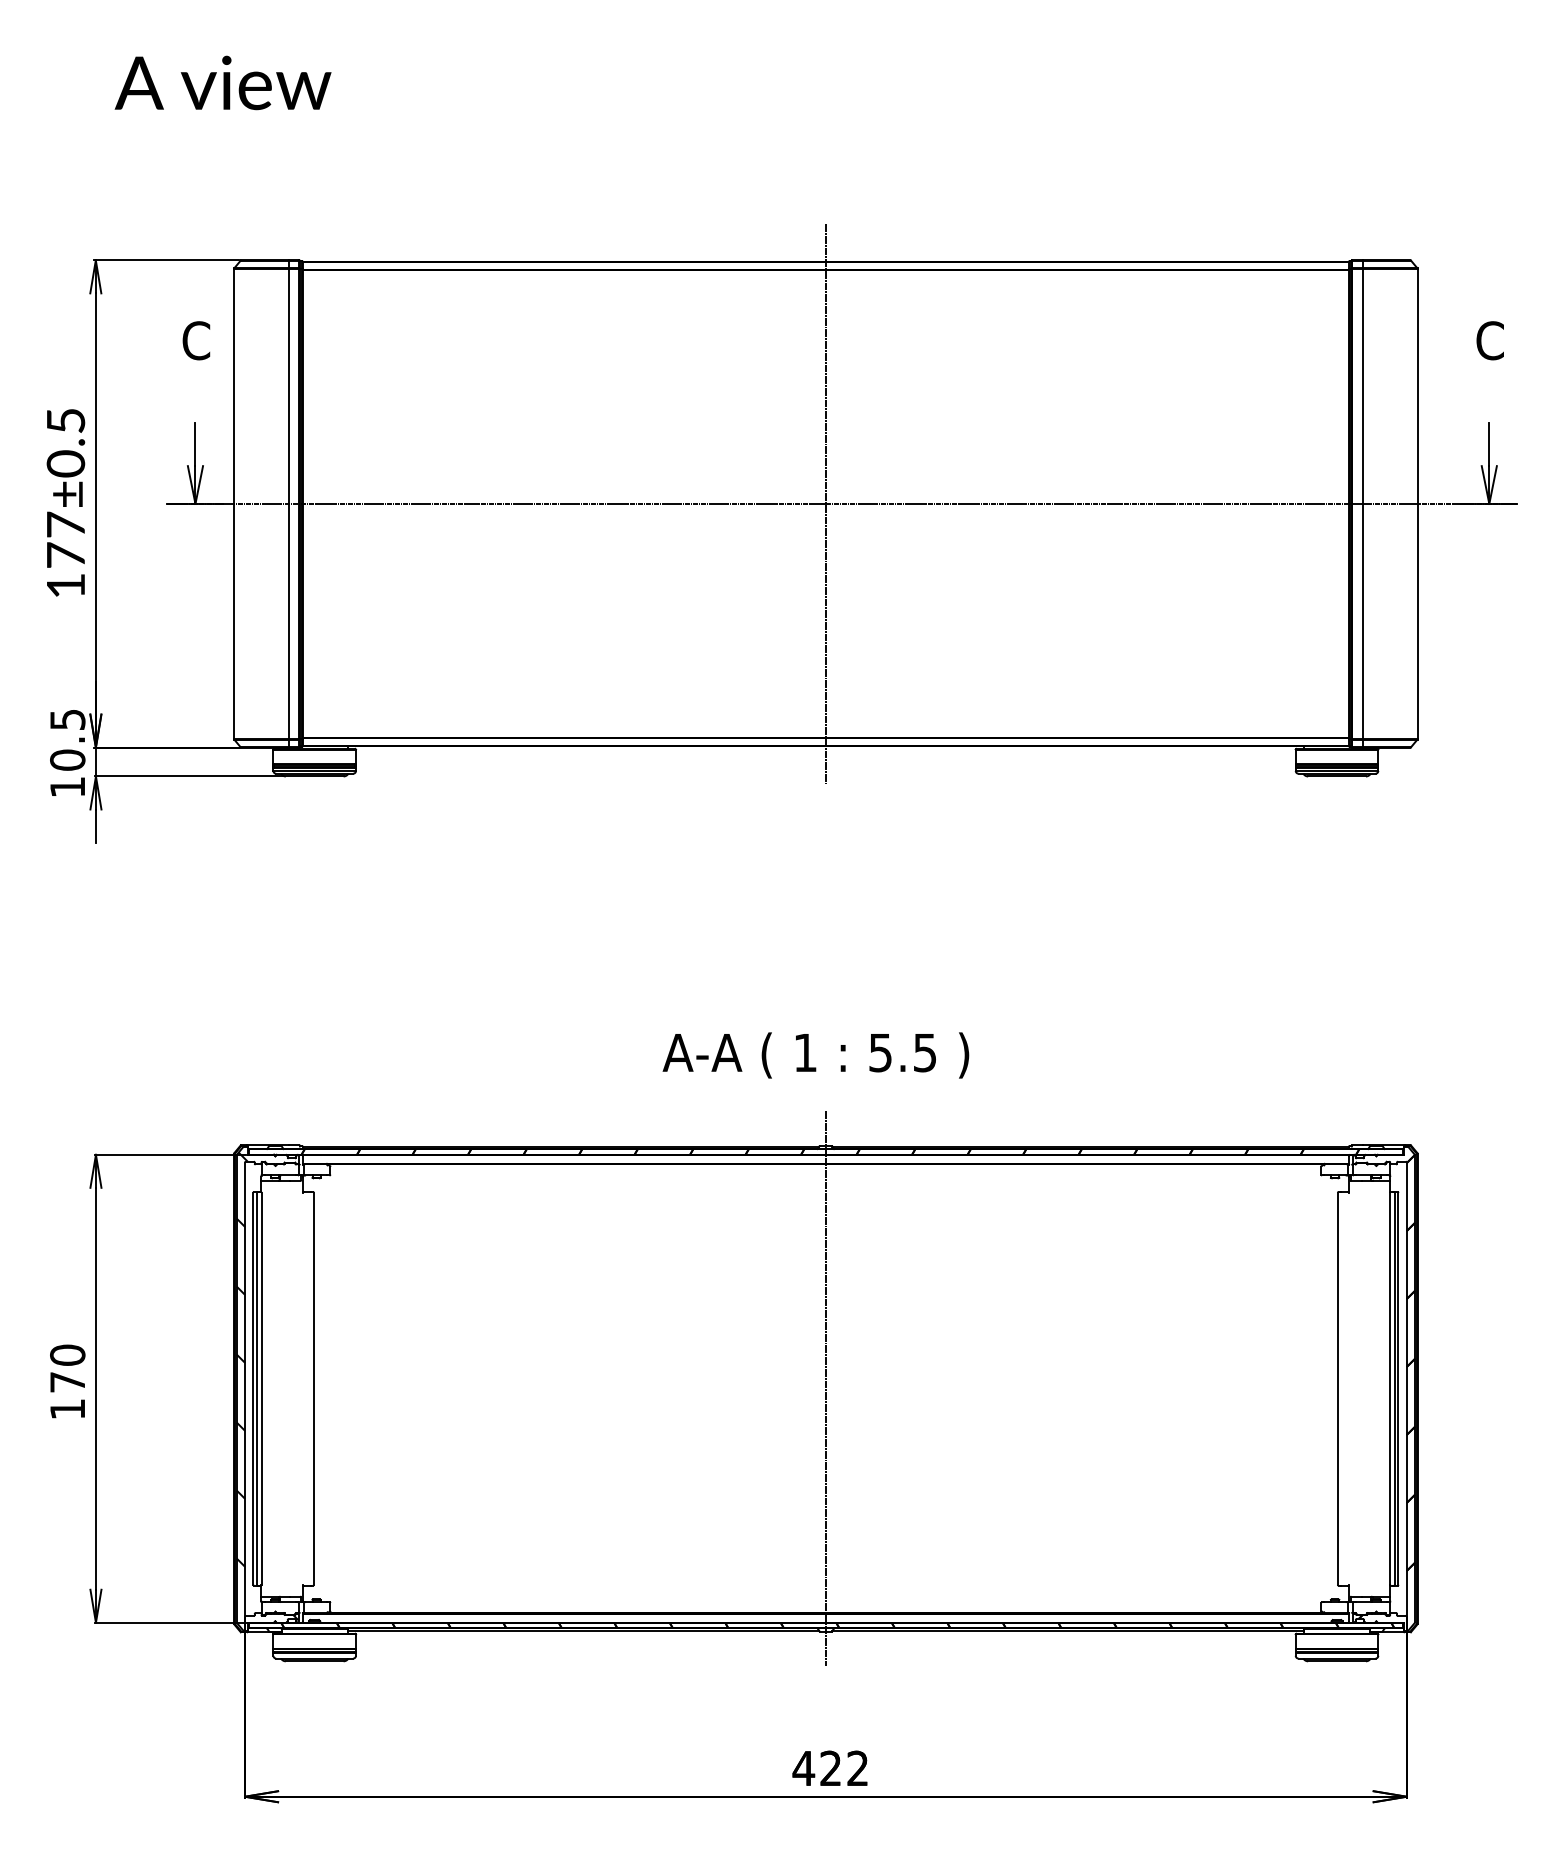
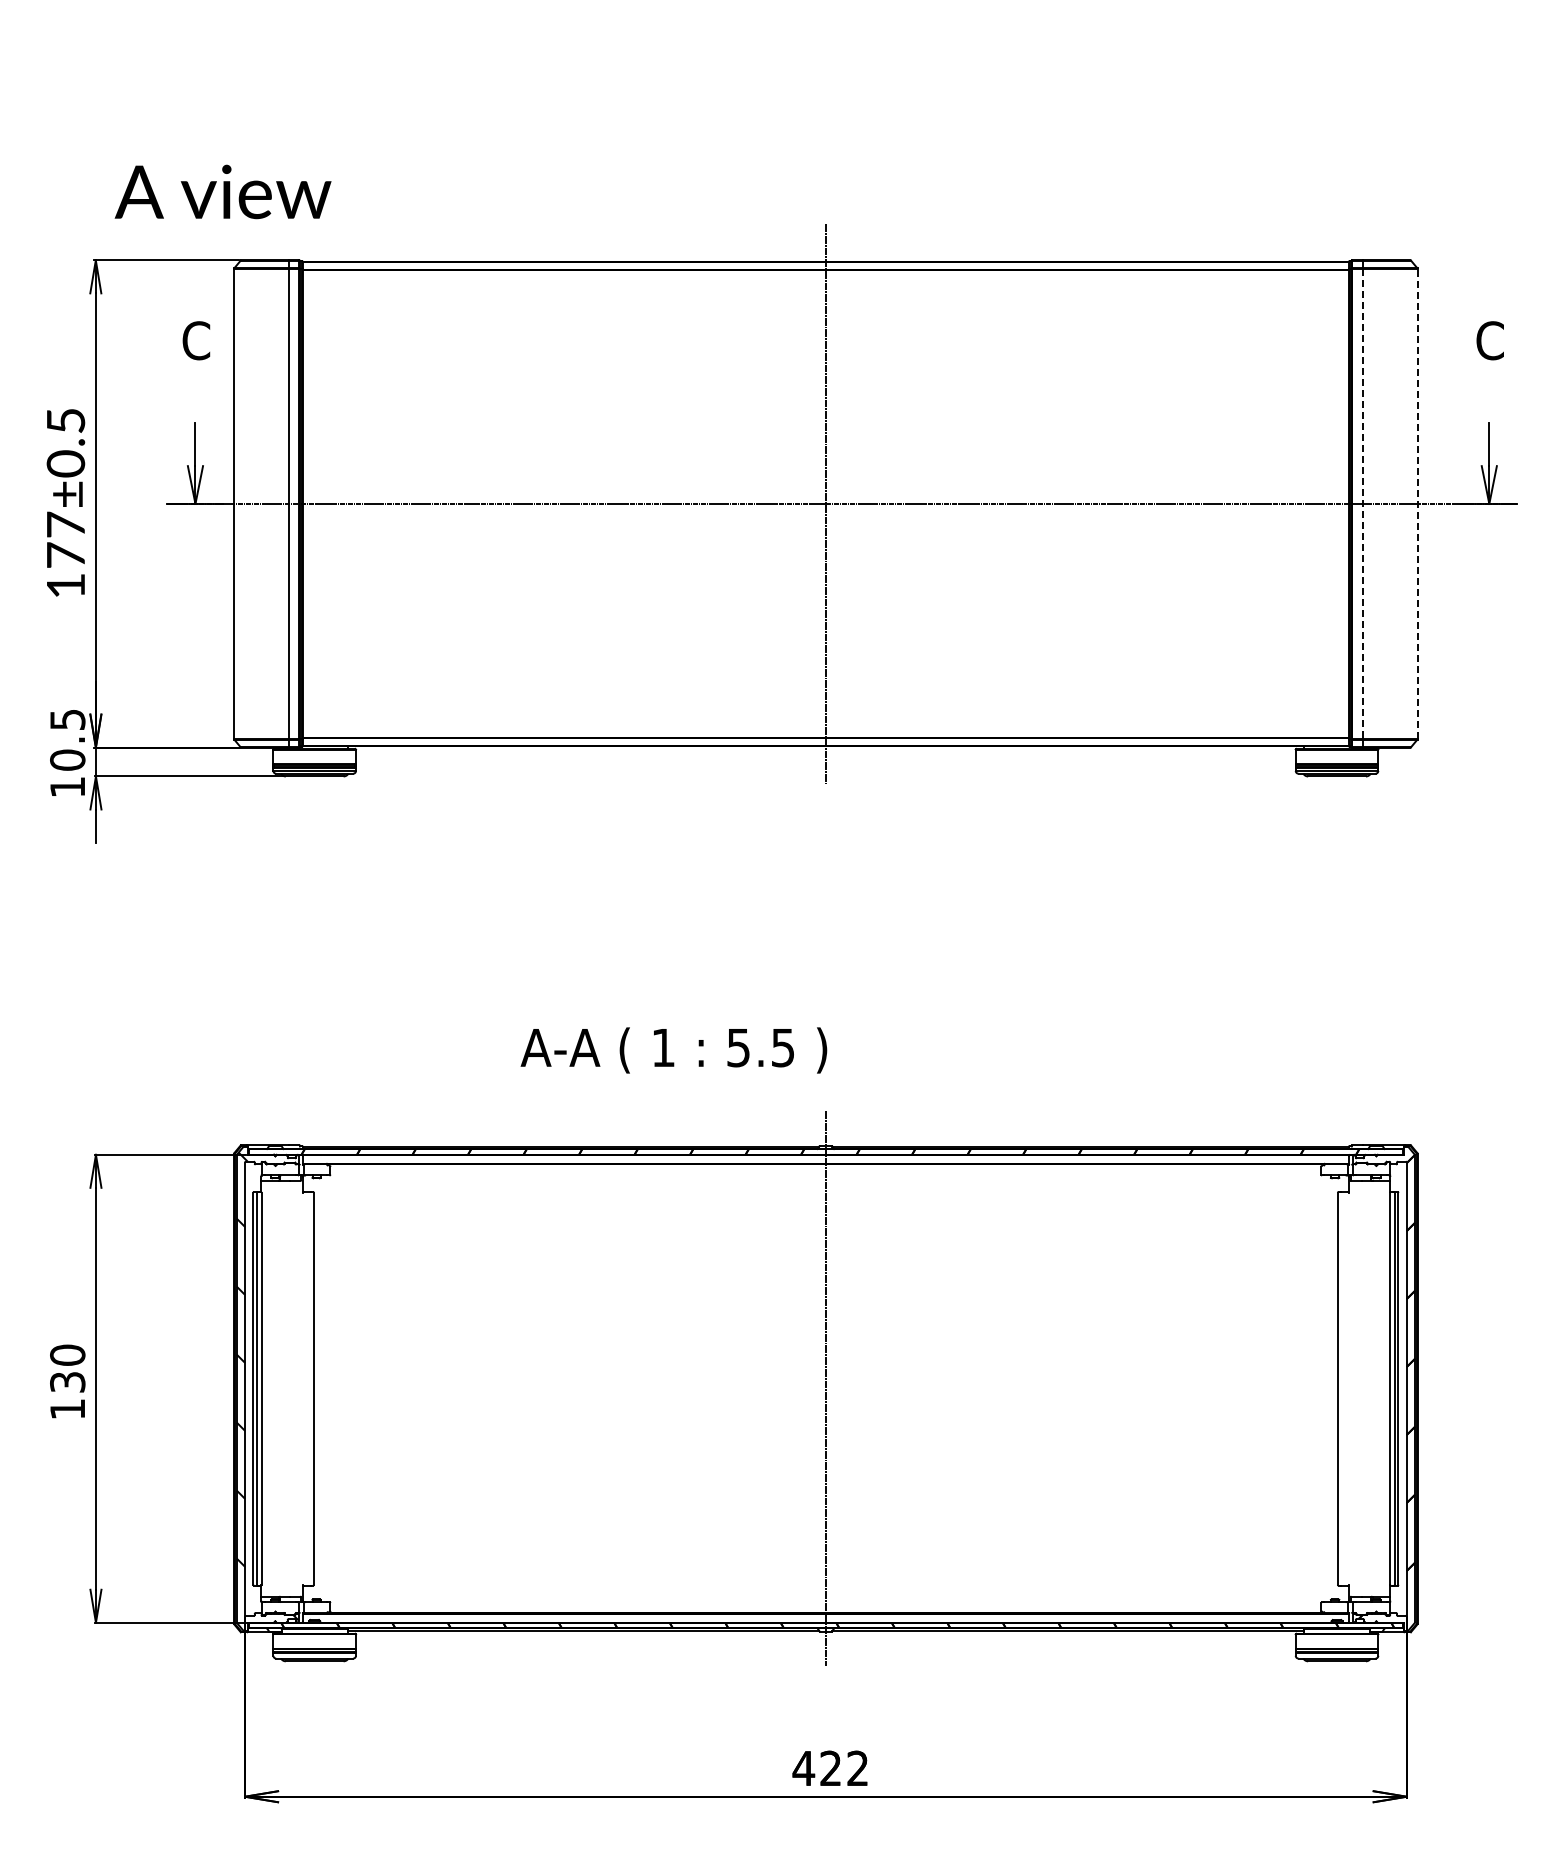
text at (222, 82) position: (222, 82) -> (222, 191)
line at (1417, 503): solid -> dashed
line at (1362, 504): solid -> dashed
text at (815, 1055) position: (815, 1055) -> (673, 1050)
text at (67, 1382): 170 -> 130
